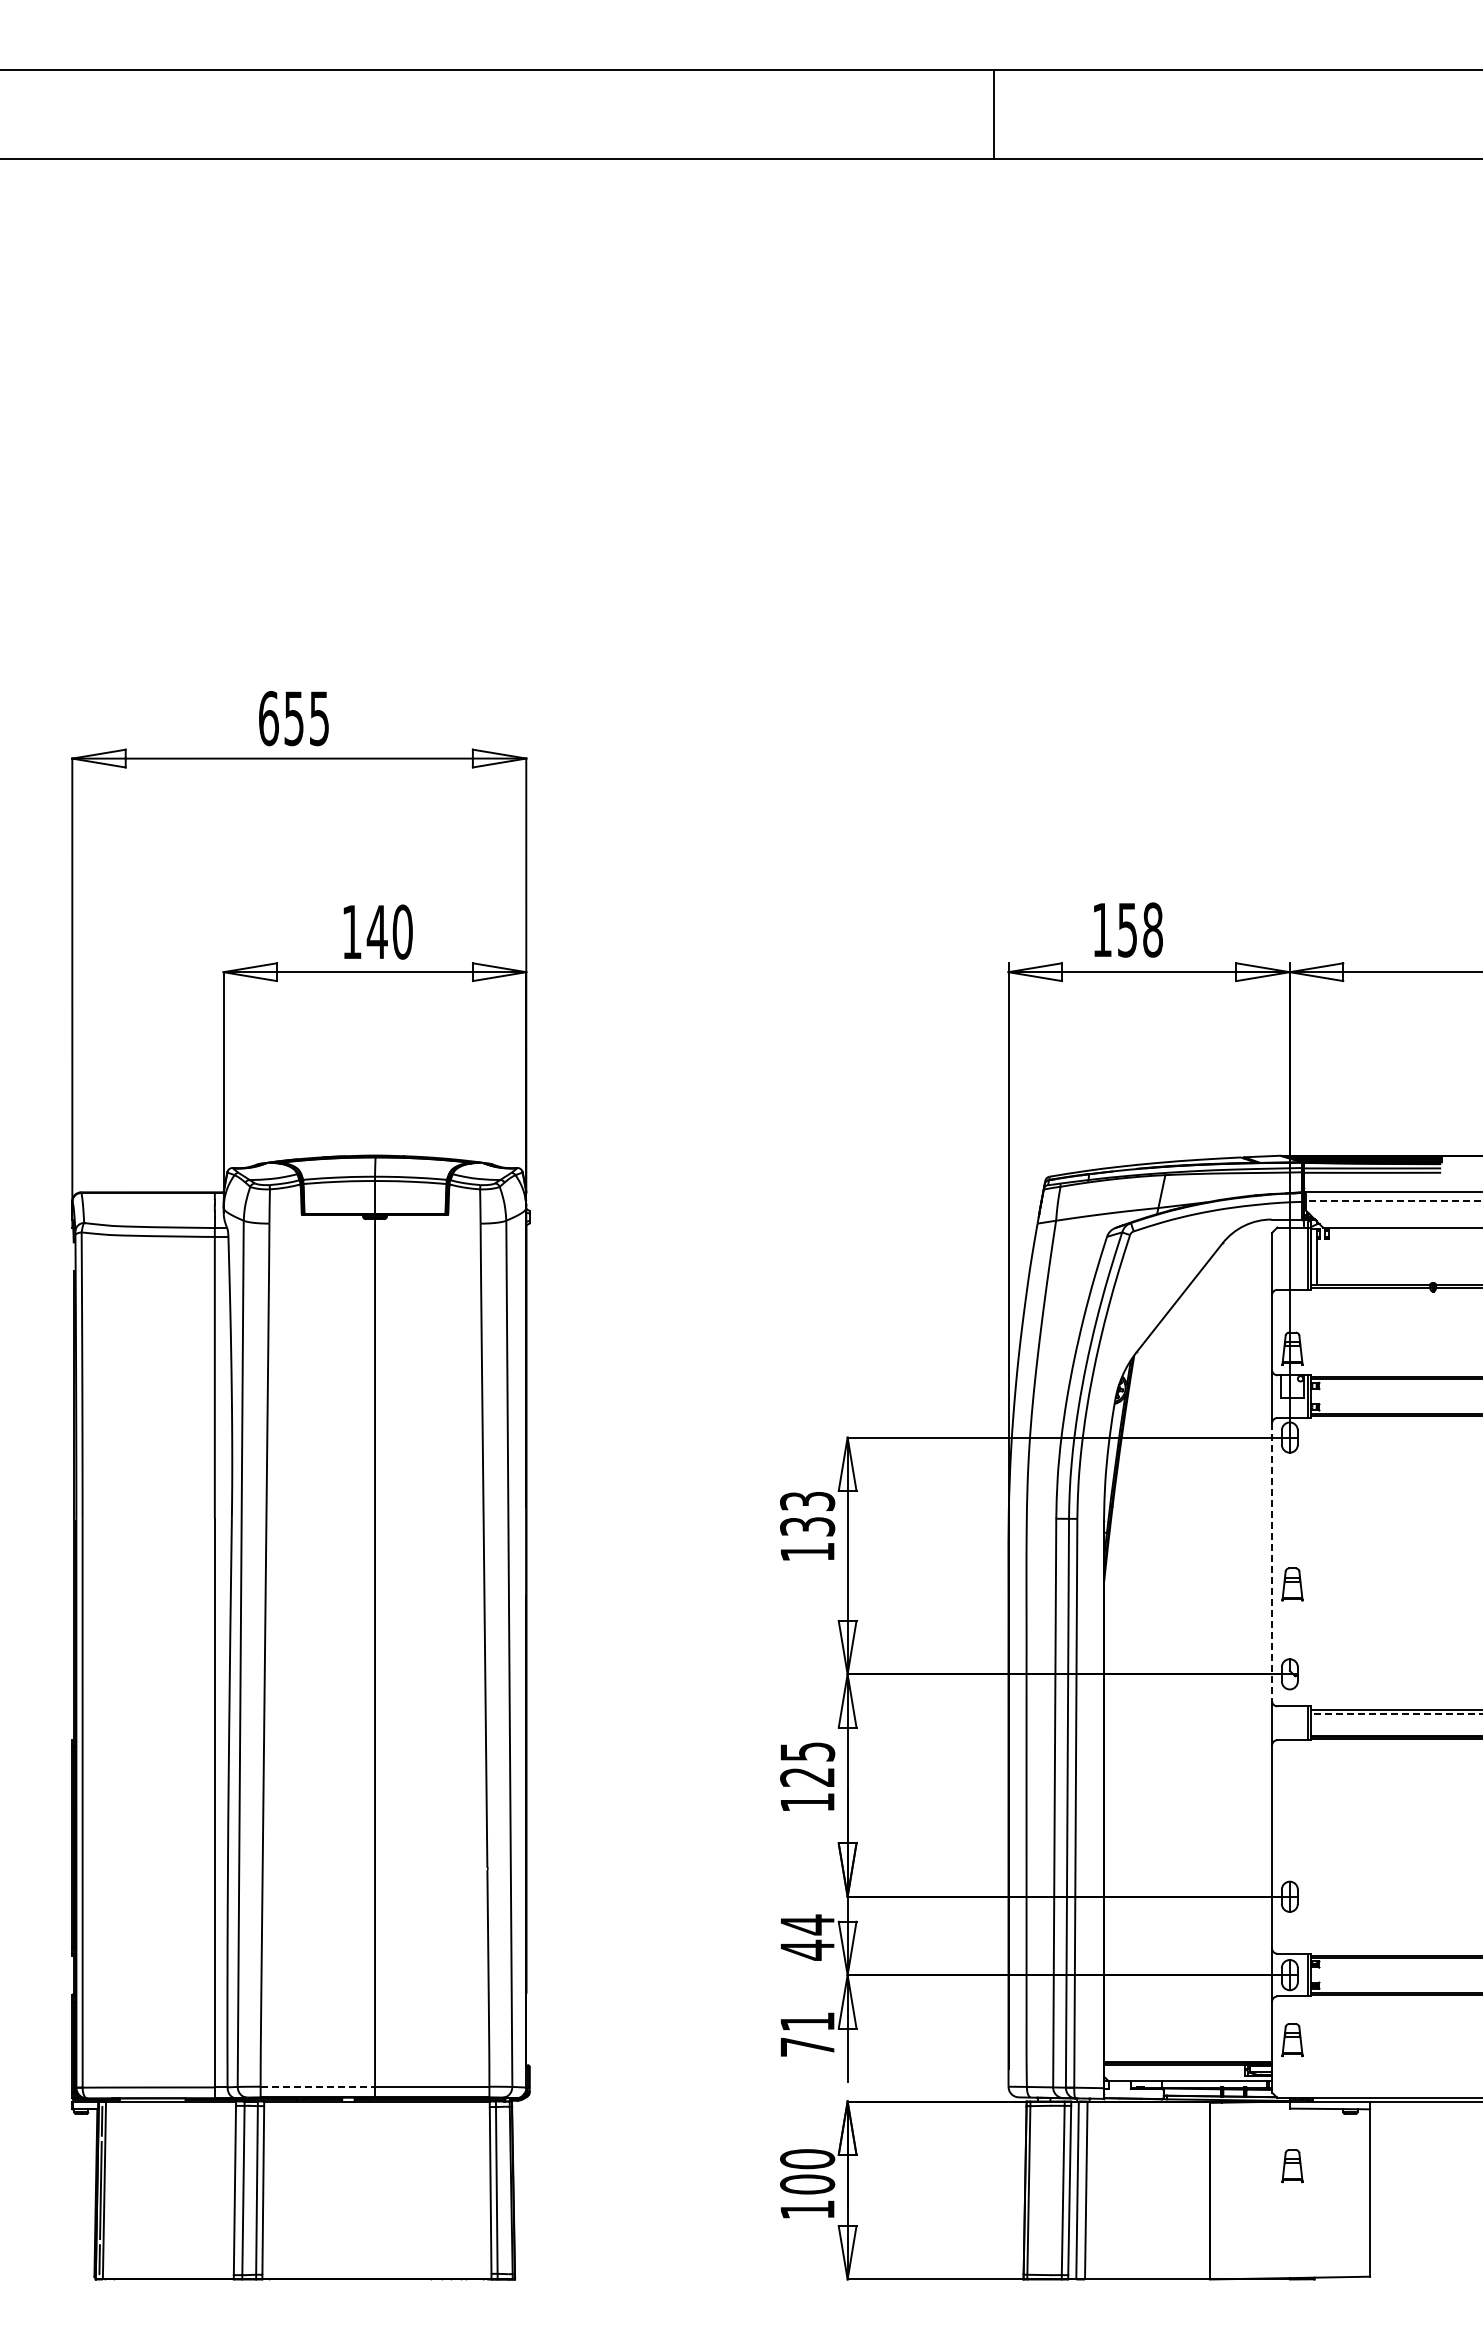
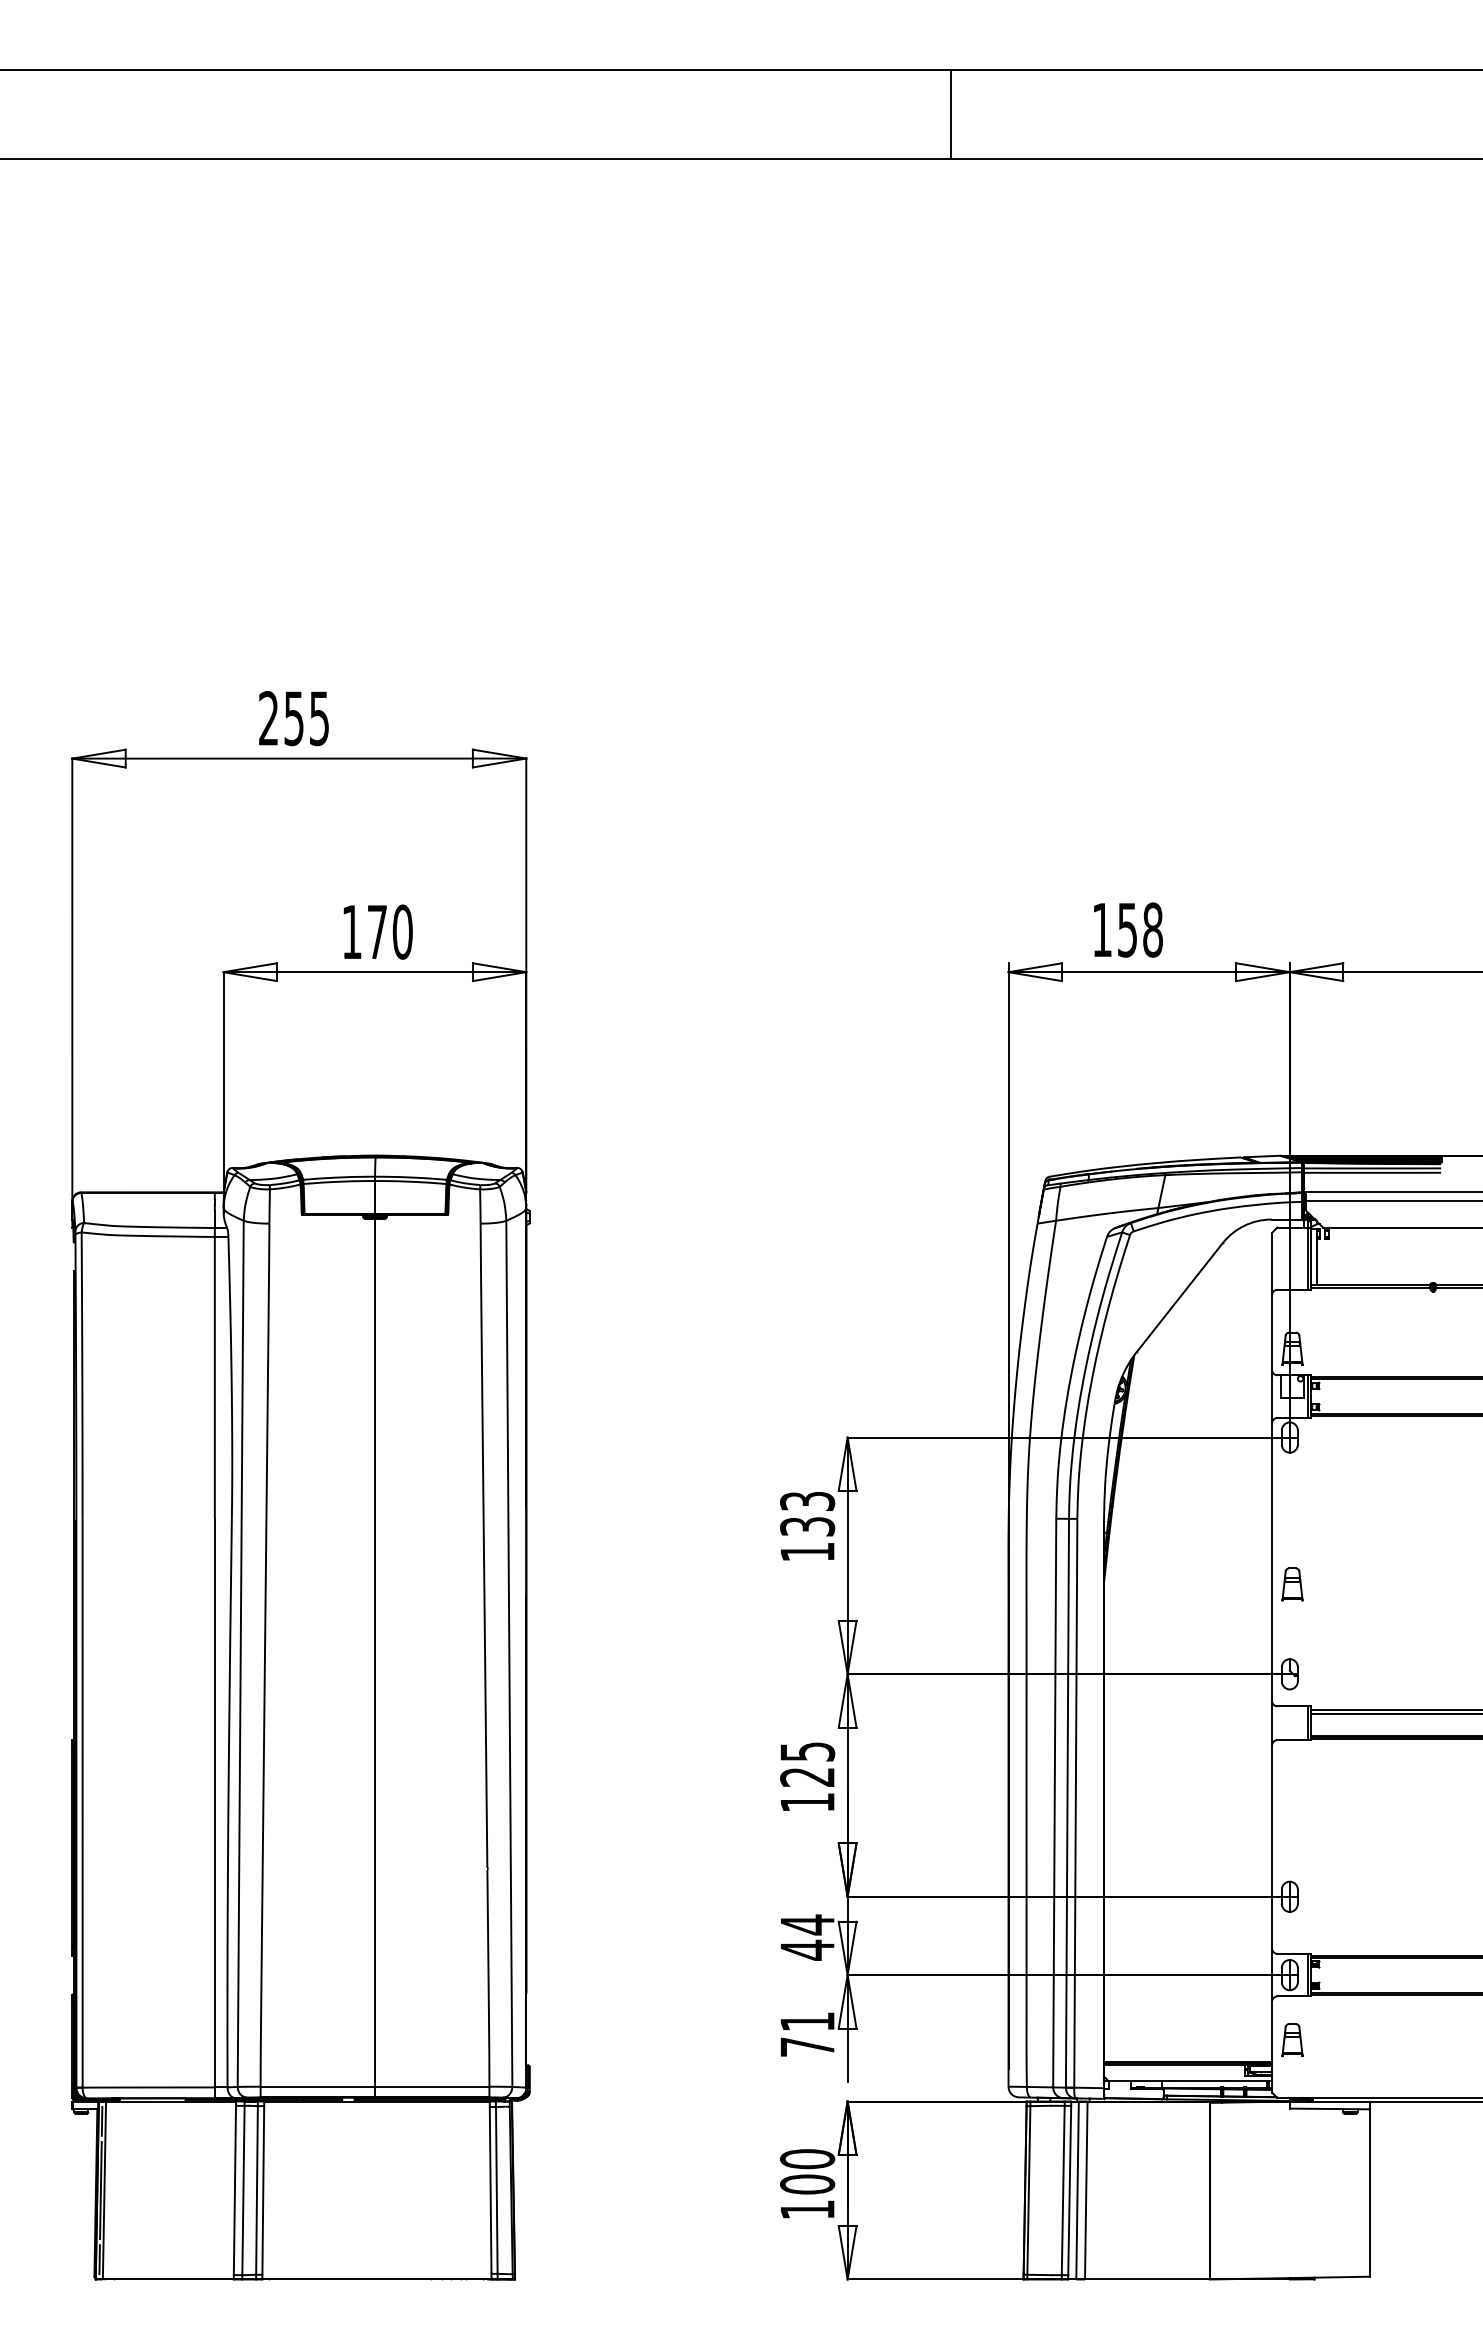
line at (993, 114) position: (993, 114) -> (950, 114)
text at (268, 718): 655 -> 255
text at (376, 931): 140 -> 170
line at (1393, 1201): dashed -> solid
line at (1272, 1562): dashed -> solid
line at (1396, 1714): dashed -> solid
line at (318, 2086): dashed -> solid
part at (1292, 2166): present -> none
